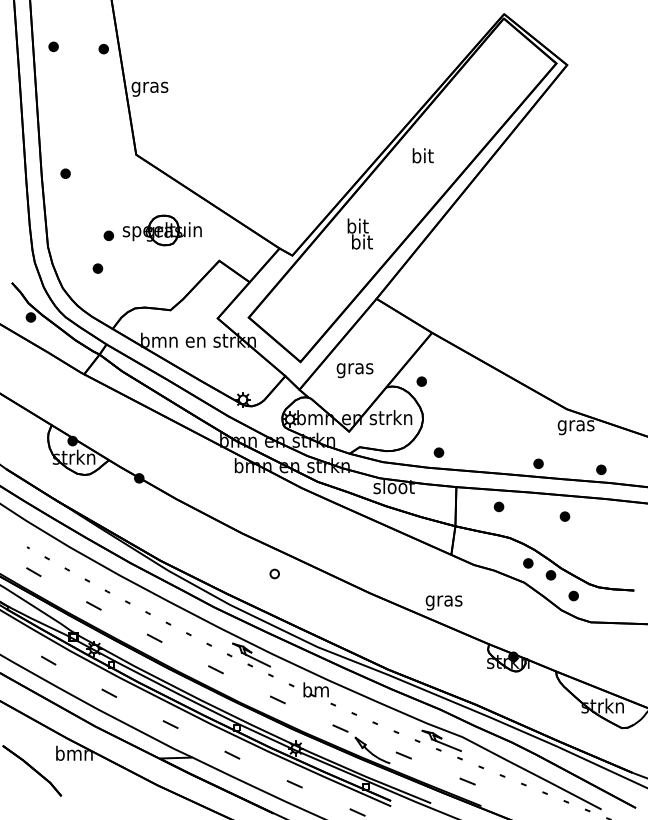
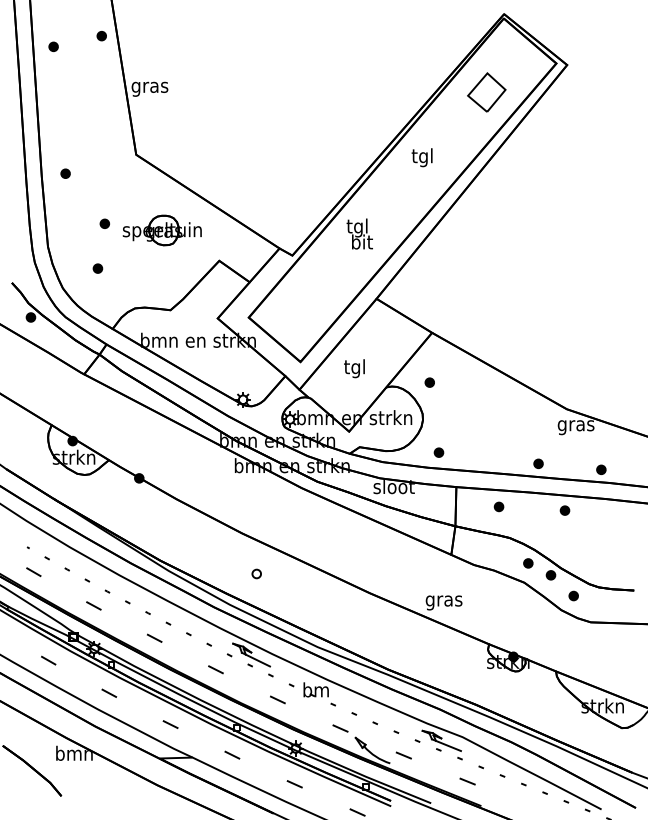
part at (103, 49) position: (103, 49) -> (101, 36)
part at (486, 92): none -> present
text at (422, 157): bit -> tgl
text at (357, 227): bit -> tgl
part at (108, 235) position: (108, 235) -> (104, 223)
text at (354, 368): gras -> tgl
part at (421, 381) position: (421, 381) -> (429, 382)
part at (564, 516) position: (564, 516) -> (564, 510)
part at (274, 573) position: (274, 573) -> (256, 573)
